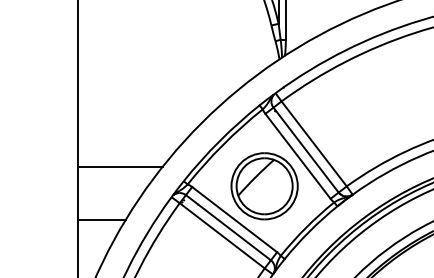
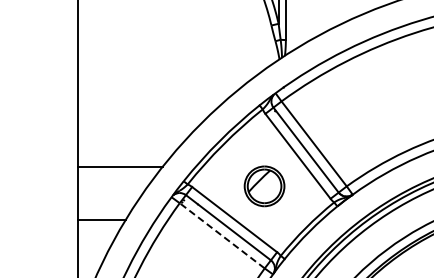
part at (264, 186) size: 69x69 px -> 43x43 px
line at (222, 235): solid -> dashed
